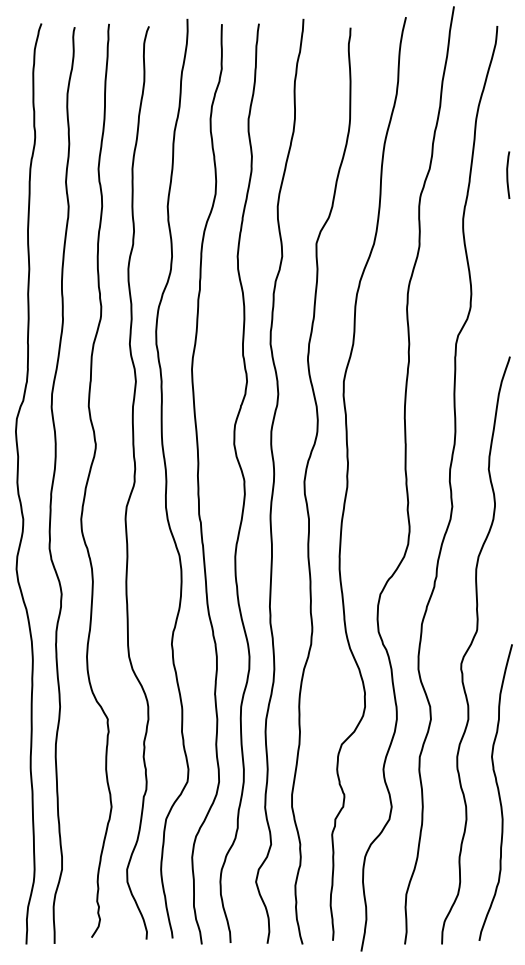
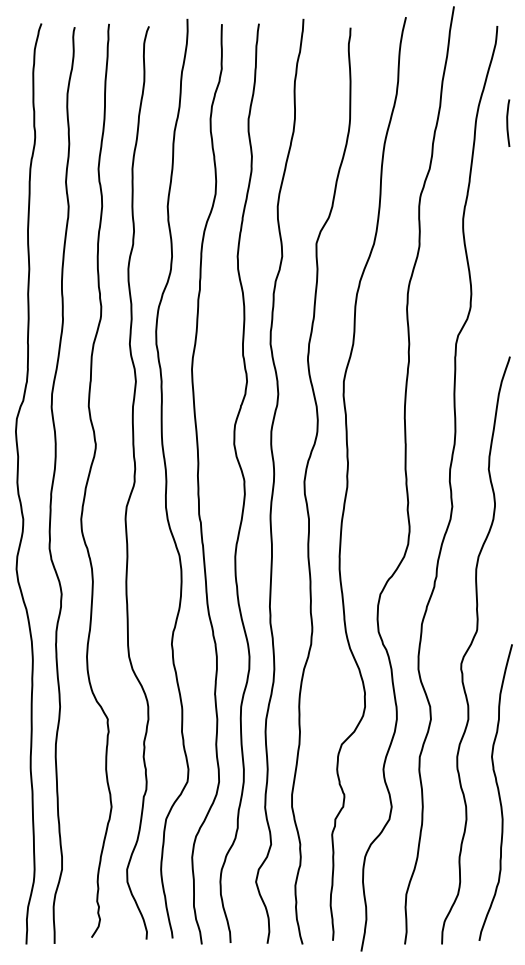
curve at (508, 174) position: (508, 174) -> (508, 122)
